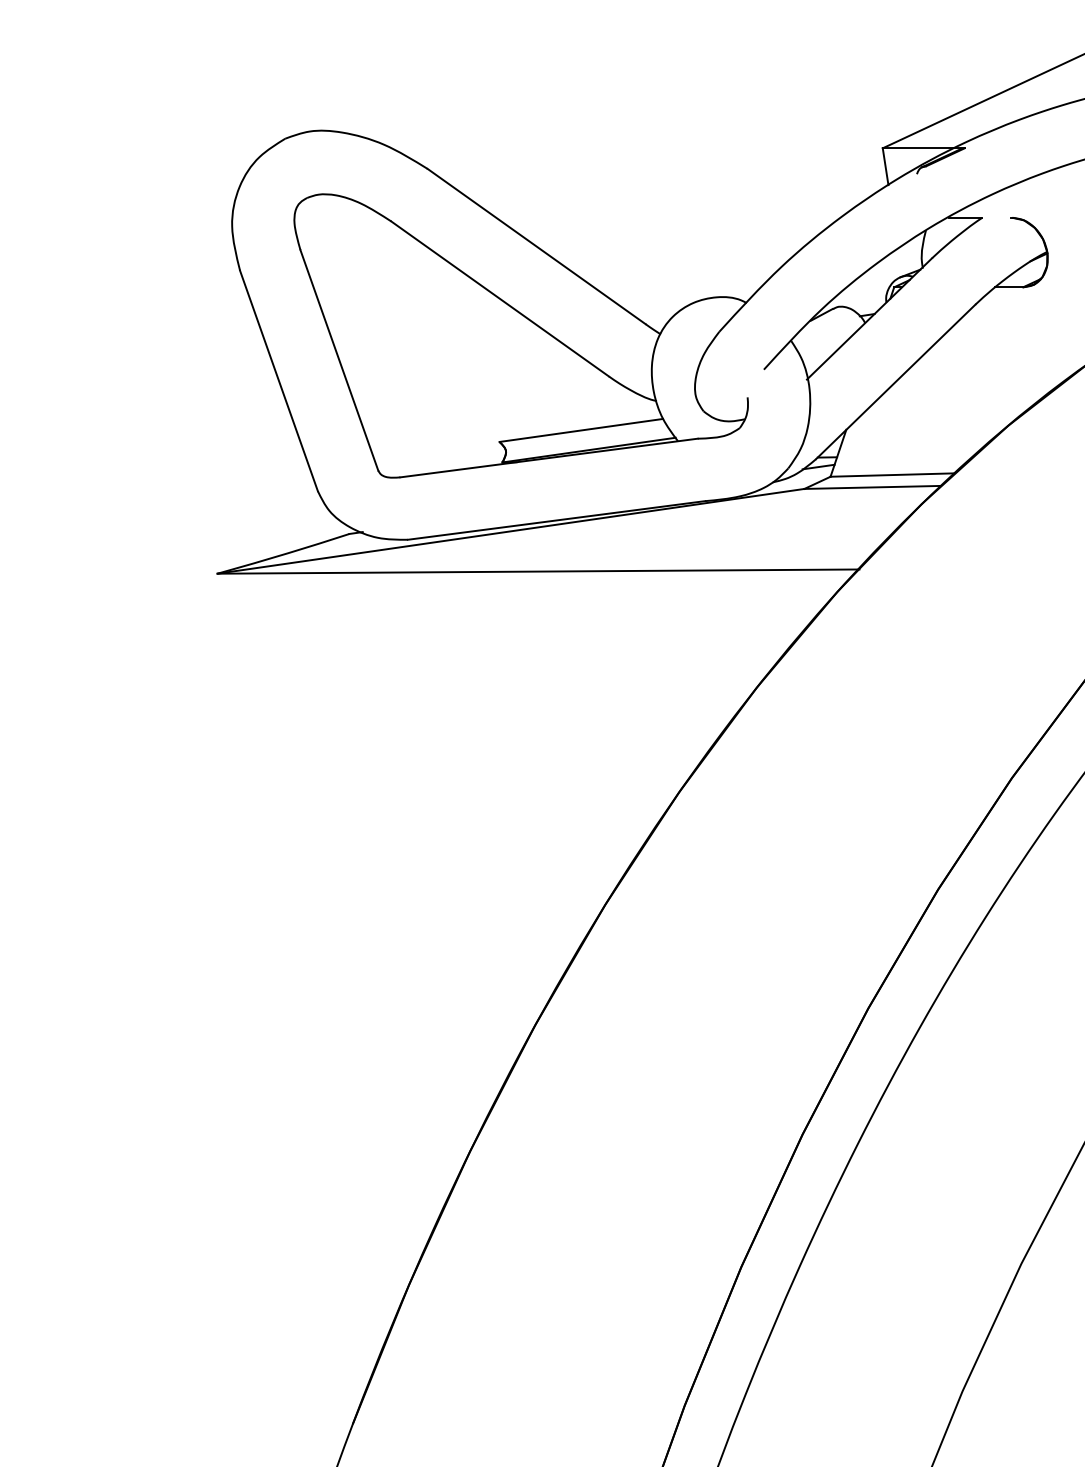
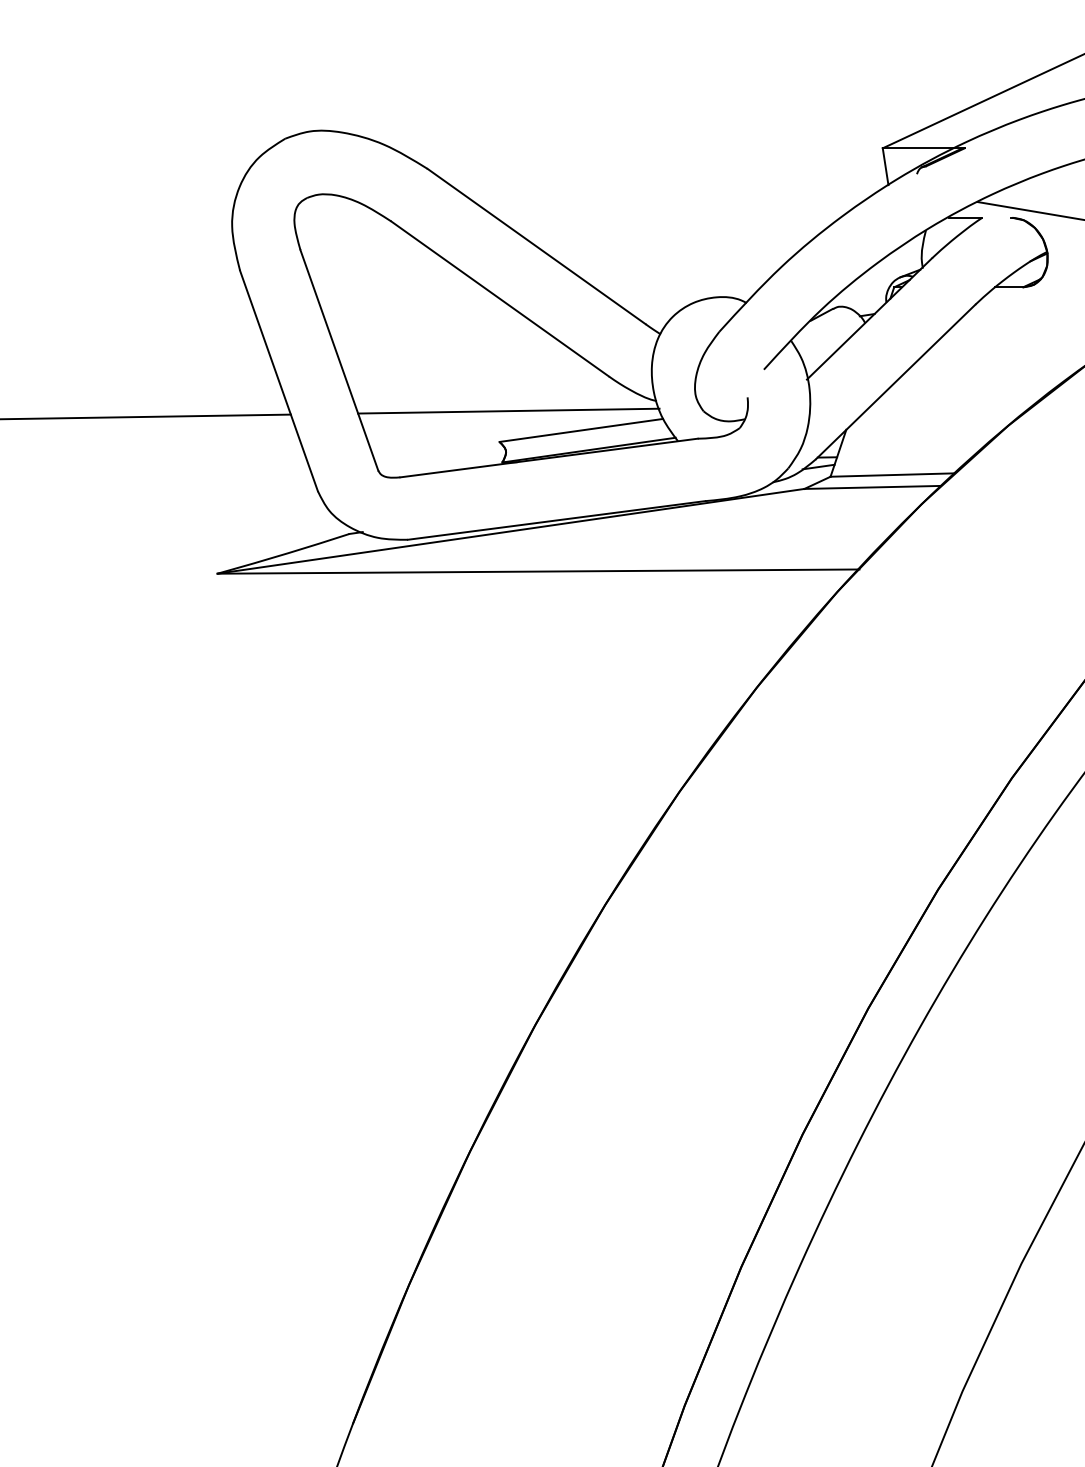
line at (1029, 210): none -> present
line at (508, 410): none -> present
line at (146, 416): none -> present
